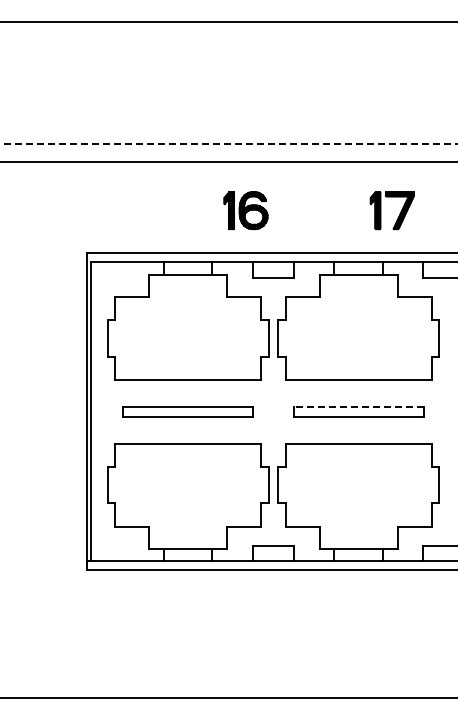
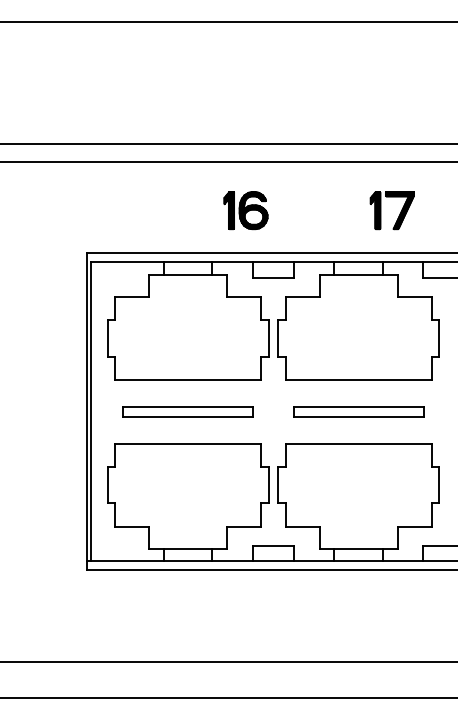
line at (228, 143): dashed -> solid
line at (358, 406): dashed -> solid
line at (228, 661): none -> present
